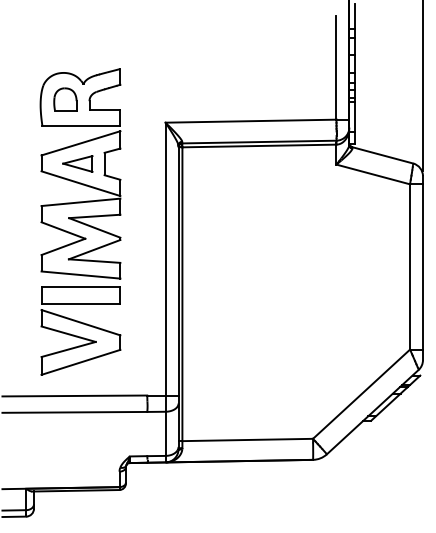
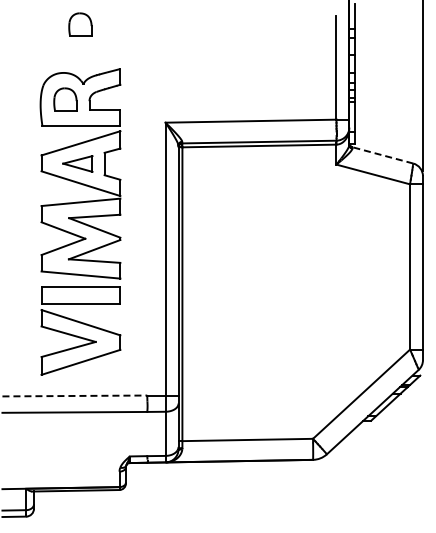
part at (80, 24): none -> present
line at (382, 155): solid -> dashed
line at (75, 395): solid -> dashed
